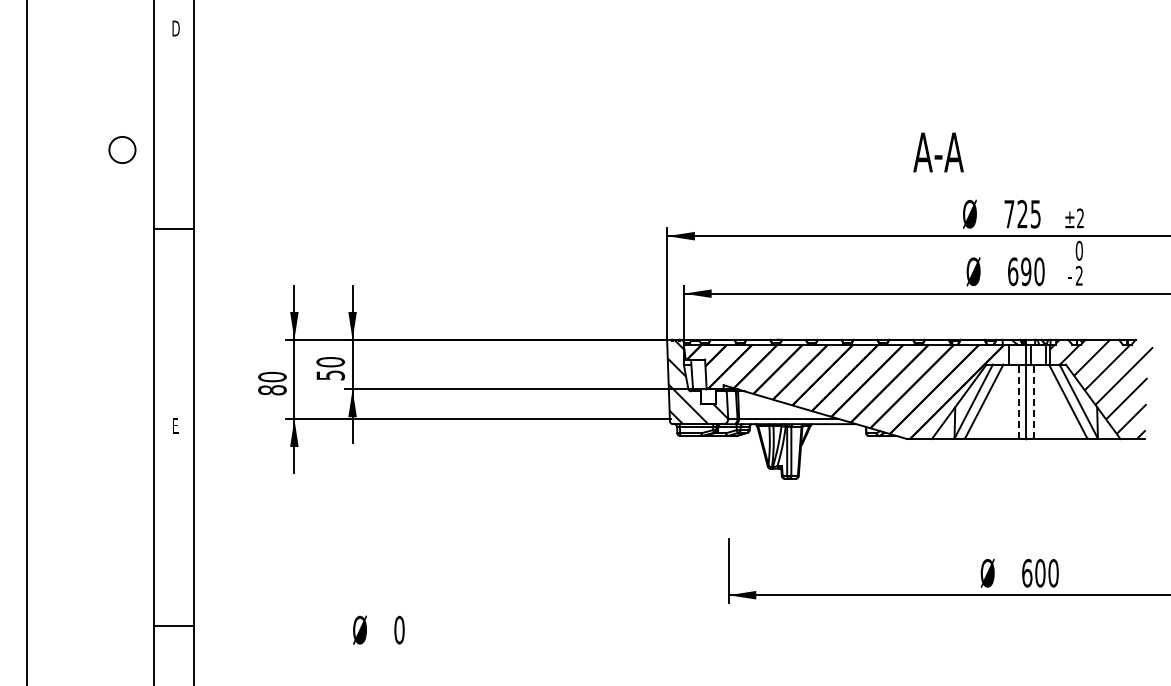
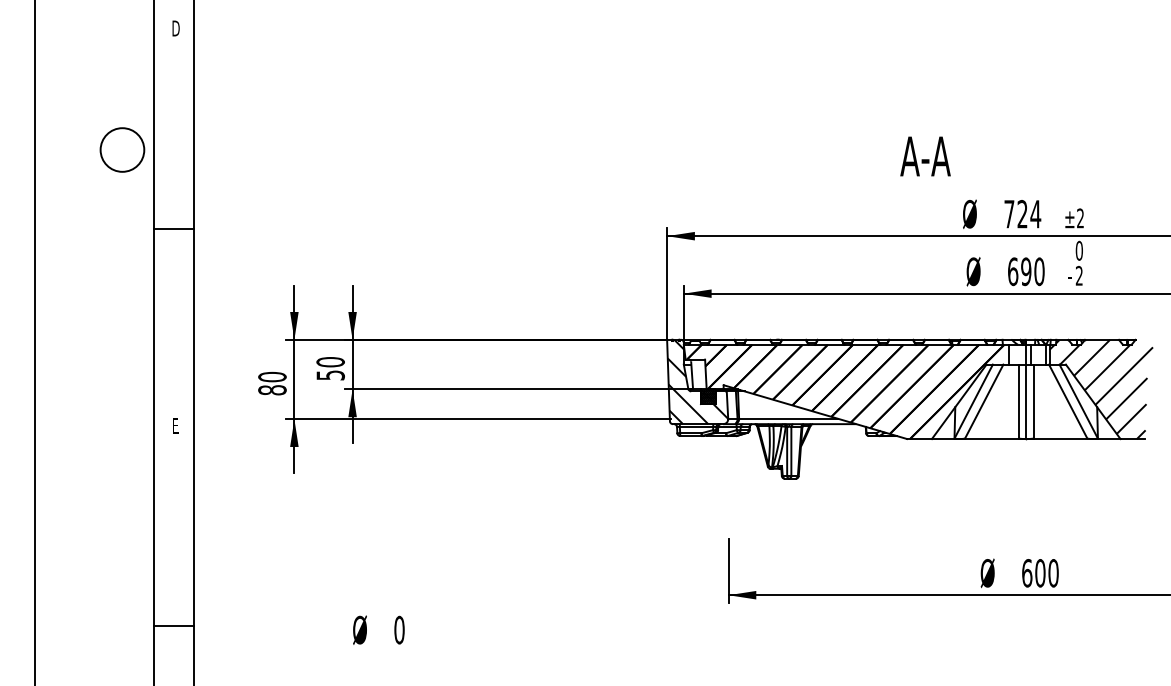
circle at (122, 149) diameter: 26 px -> 44 px
text at (938, 152) position: (938, 152) -> (925, 156)
text at (1035, 214): 725 -> 724
line at (27, 342) position: (27, 342) -> (35, 342)
hatch at (707, 396): none -> present
line at (1018, 401): dashed -> solid
line at (1033, 401): dashed -> solid
